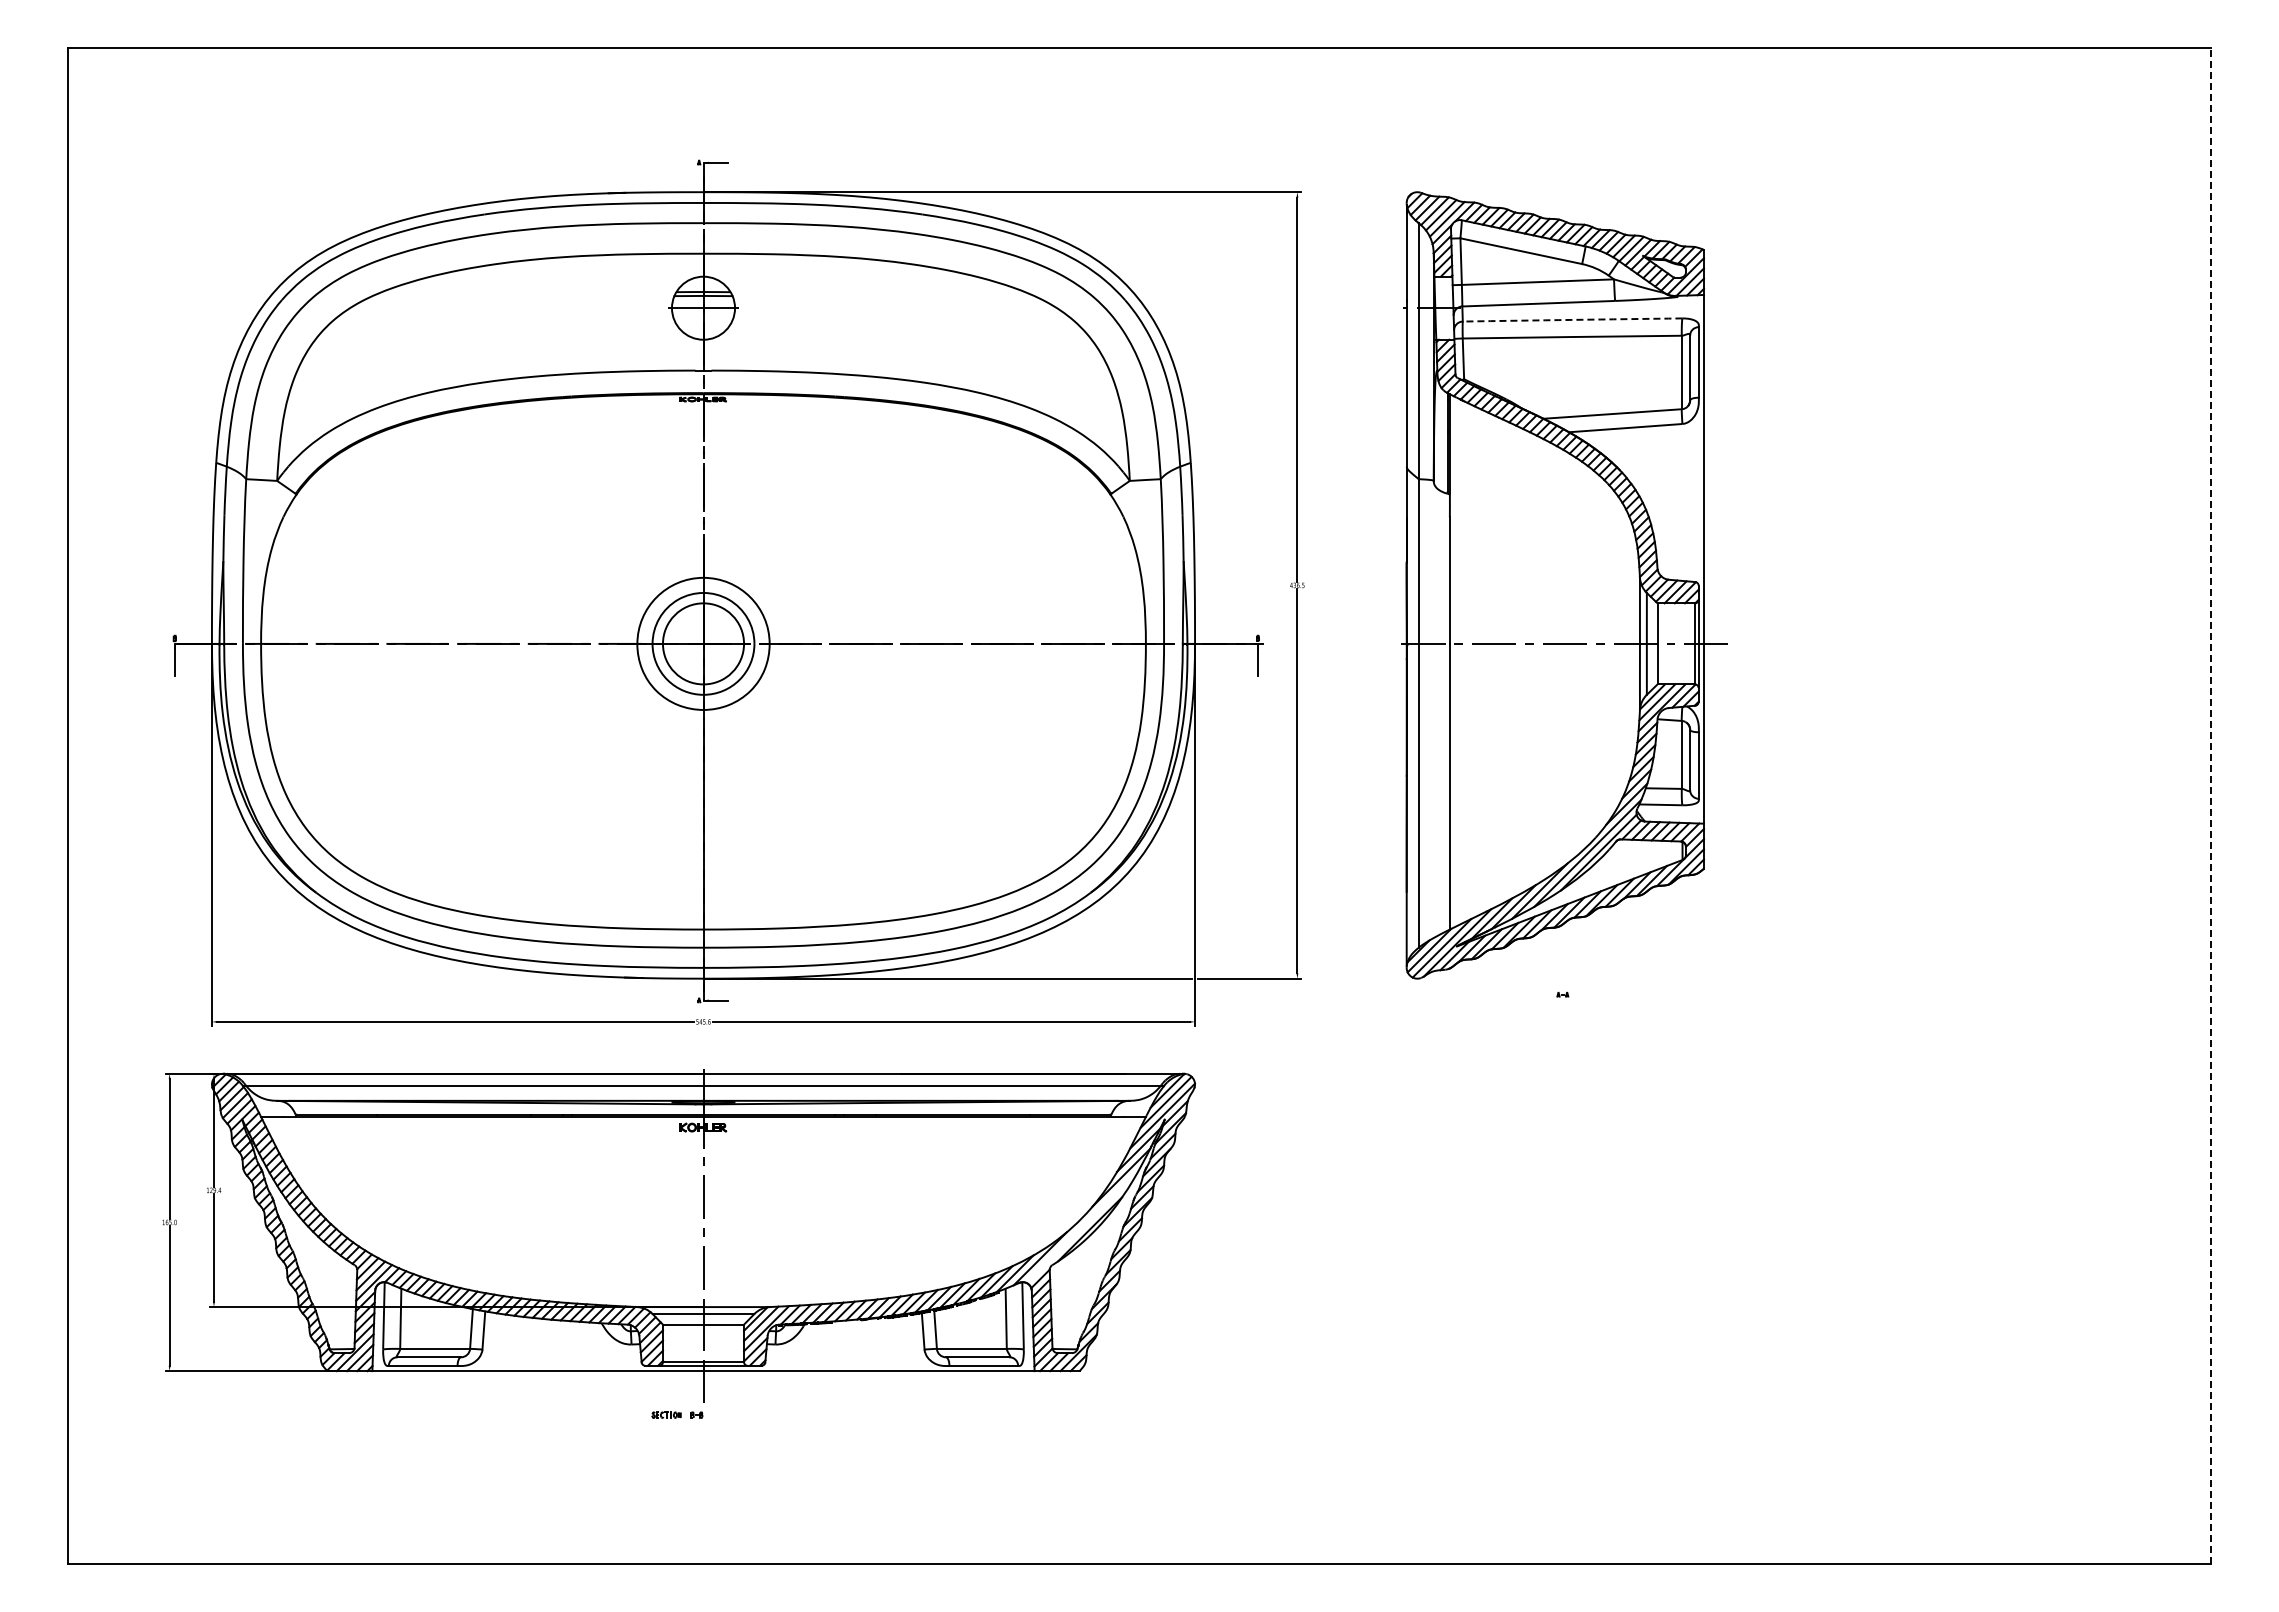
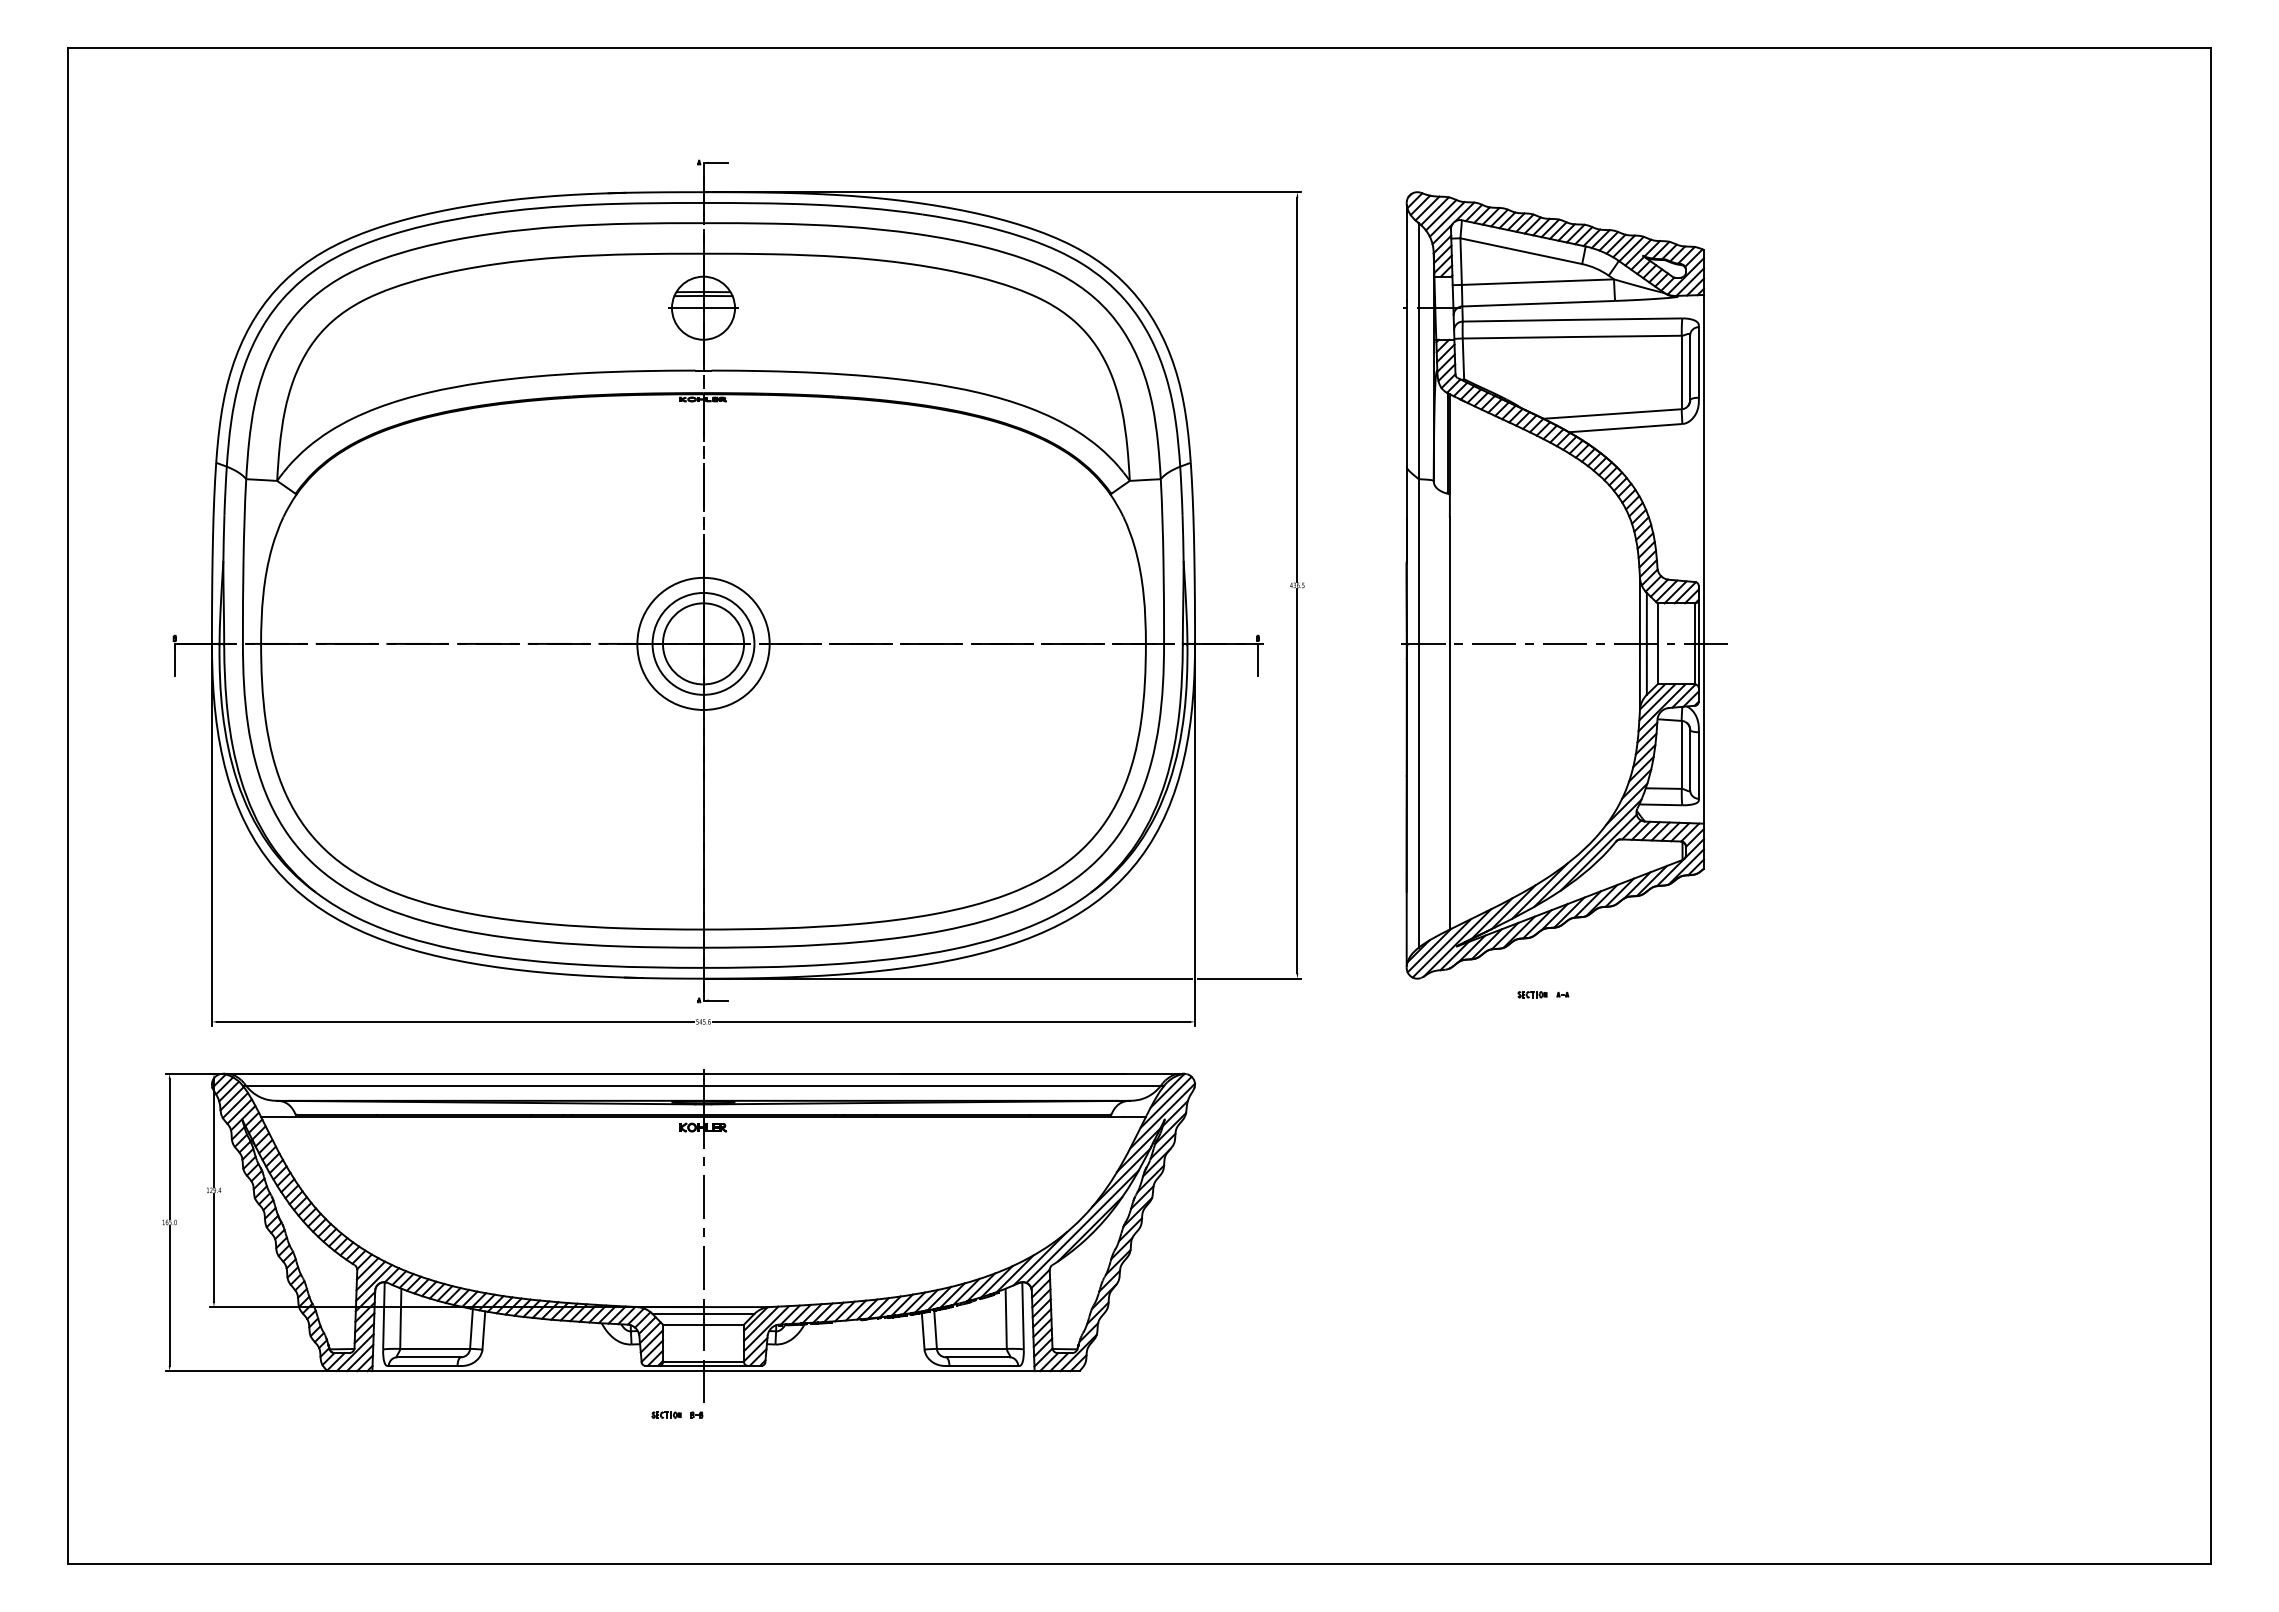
arc at (1572, 319): dashed -> solid
line at (2210, 806): dashed -> solid
part at (1532, 994): none -> present
line at (1082, 1226): none -> present
